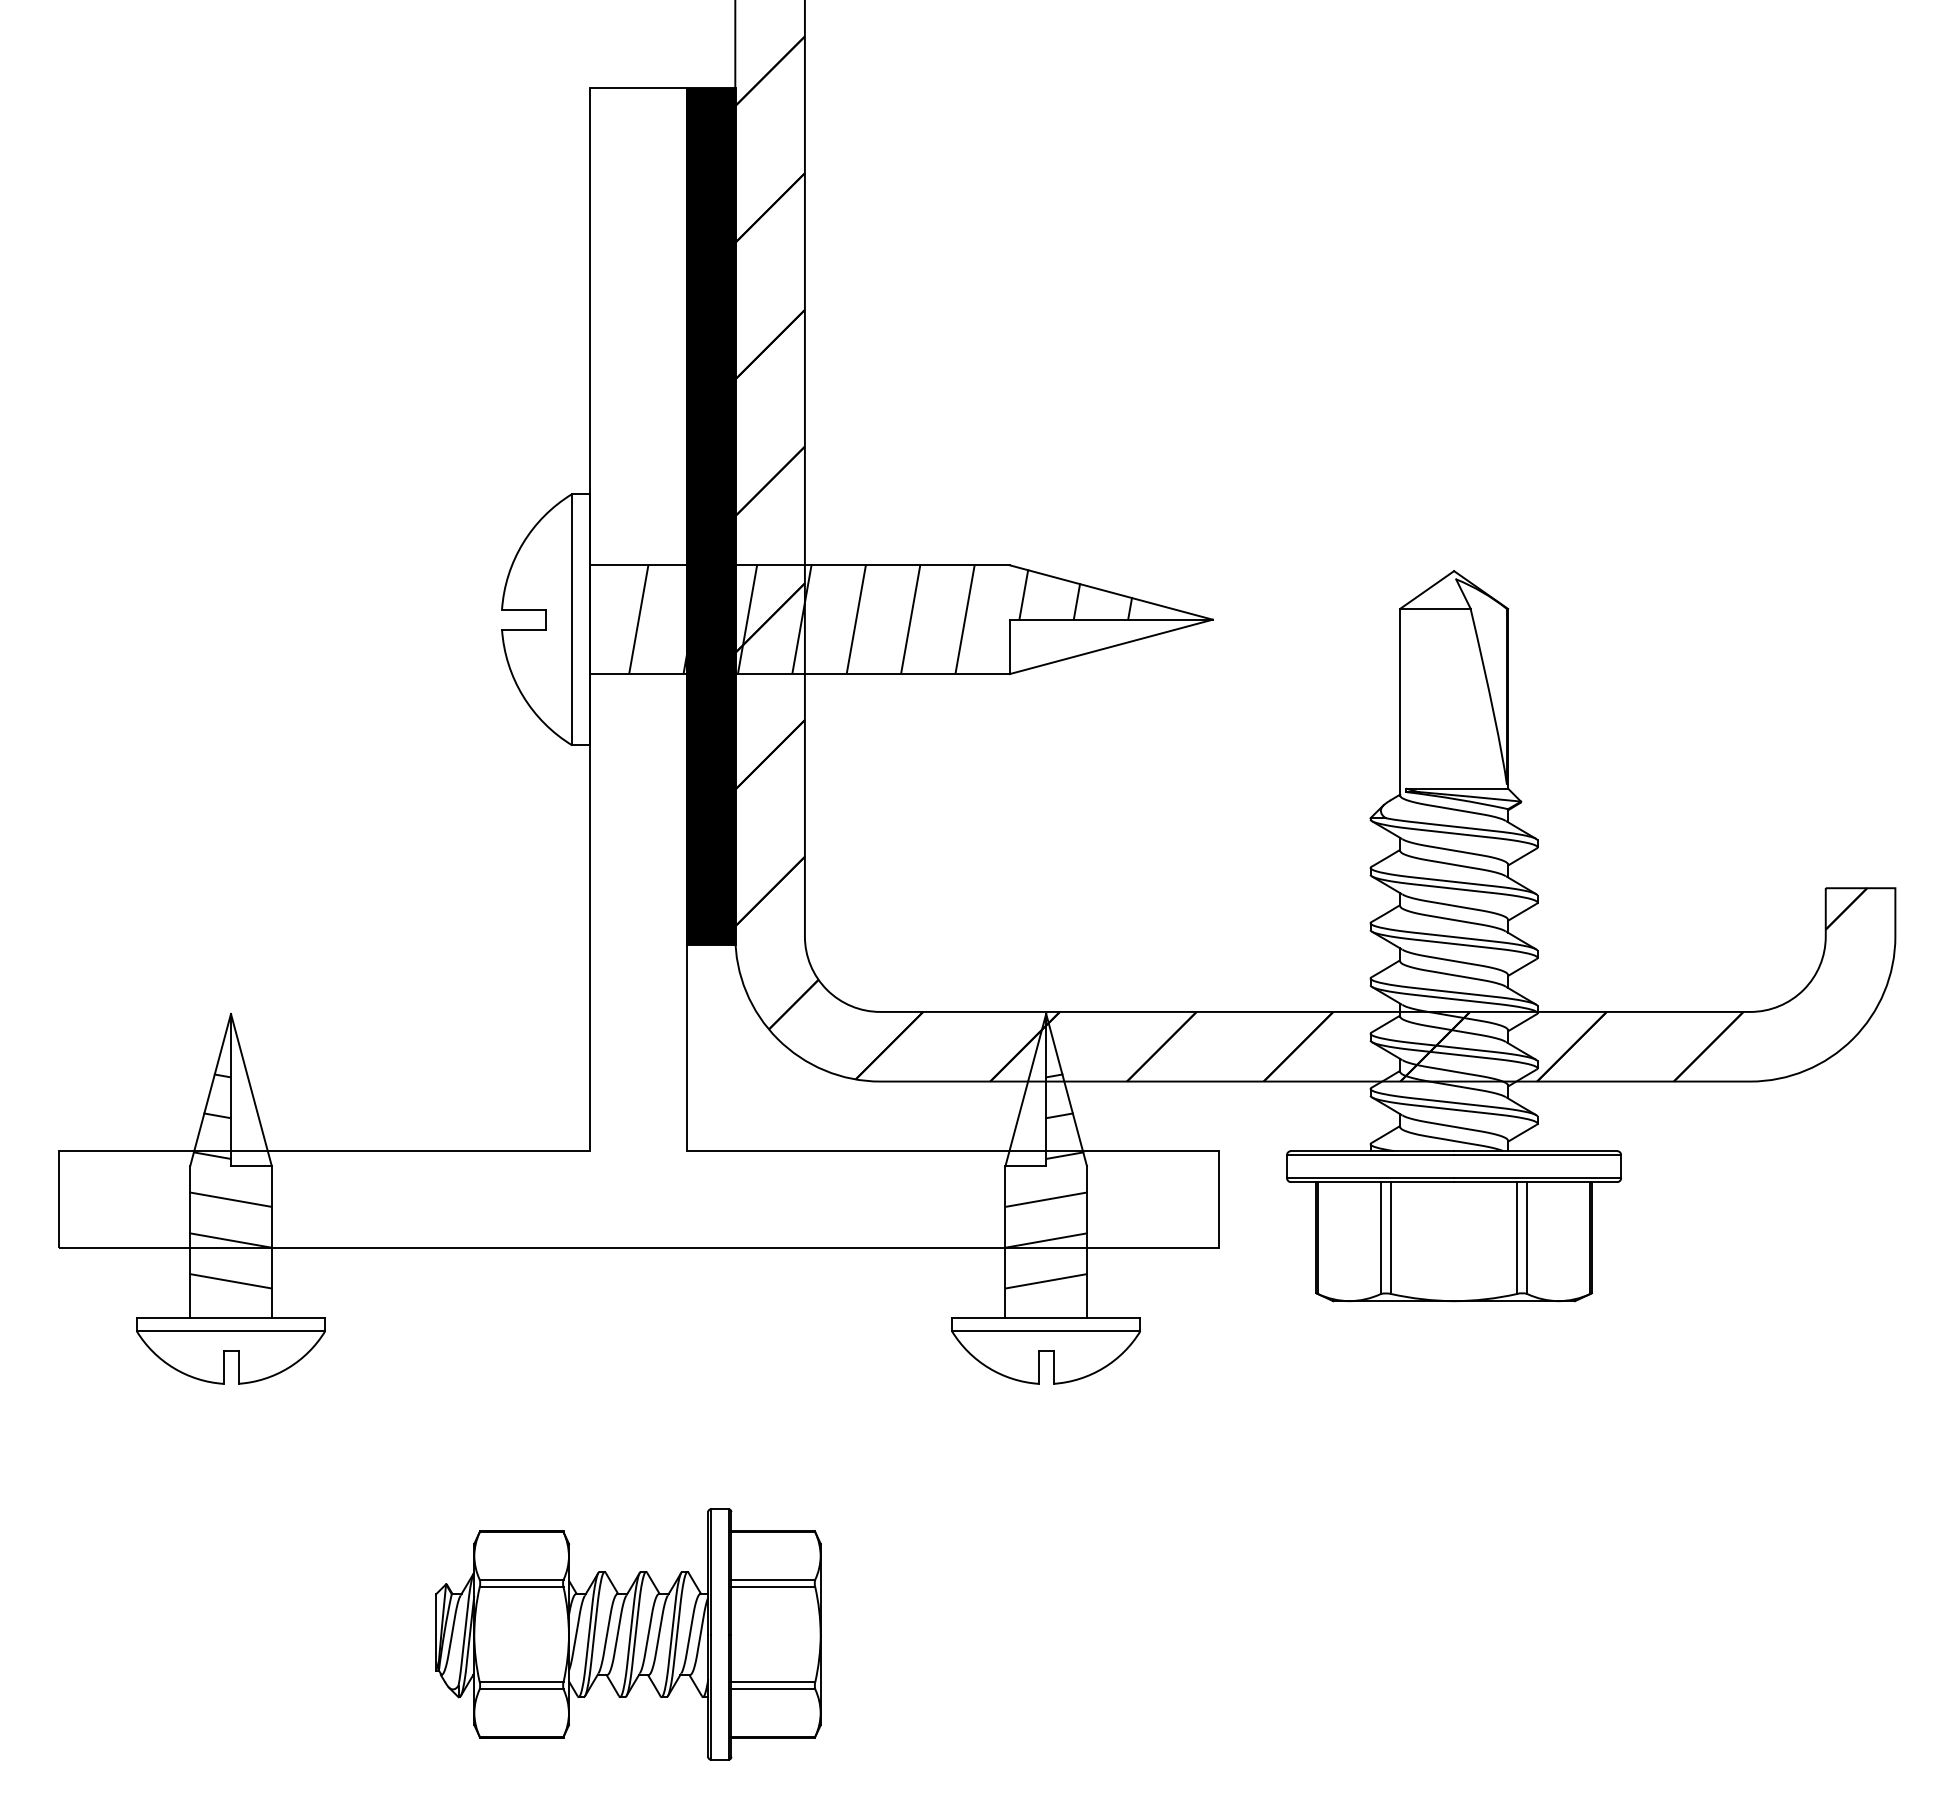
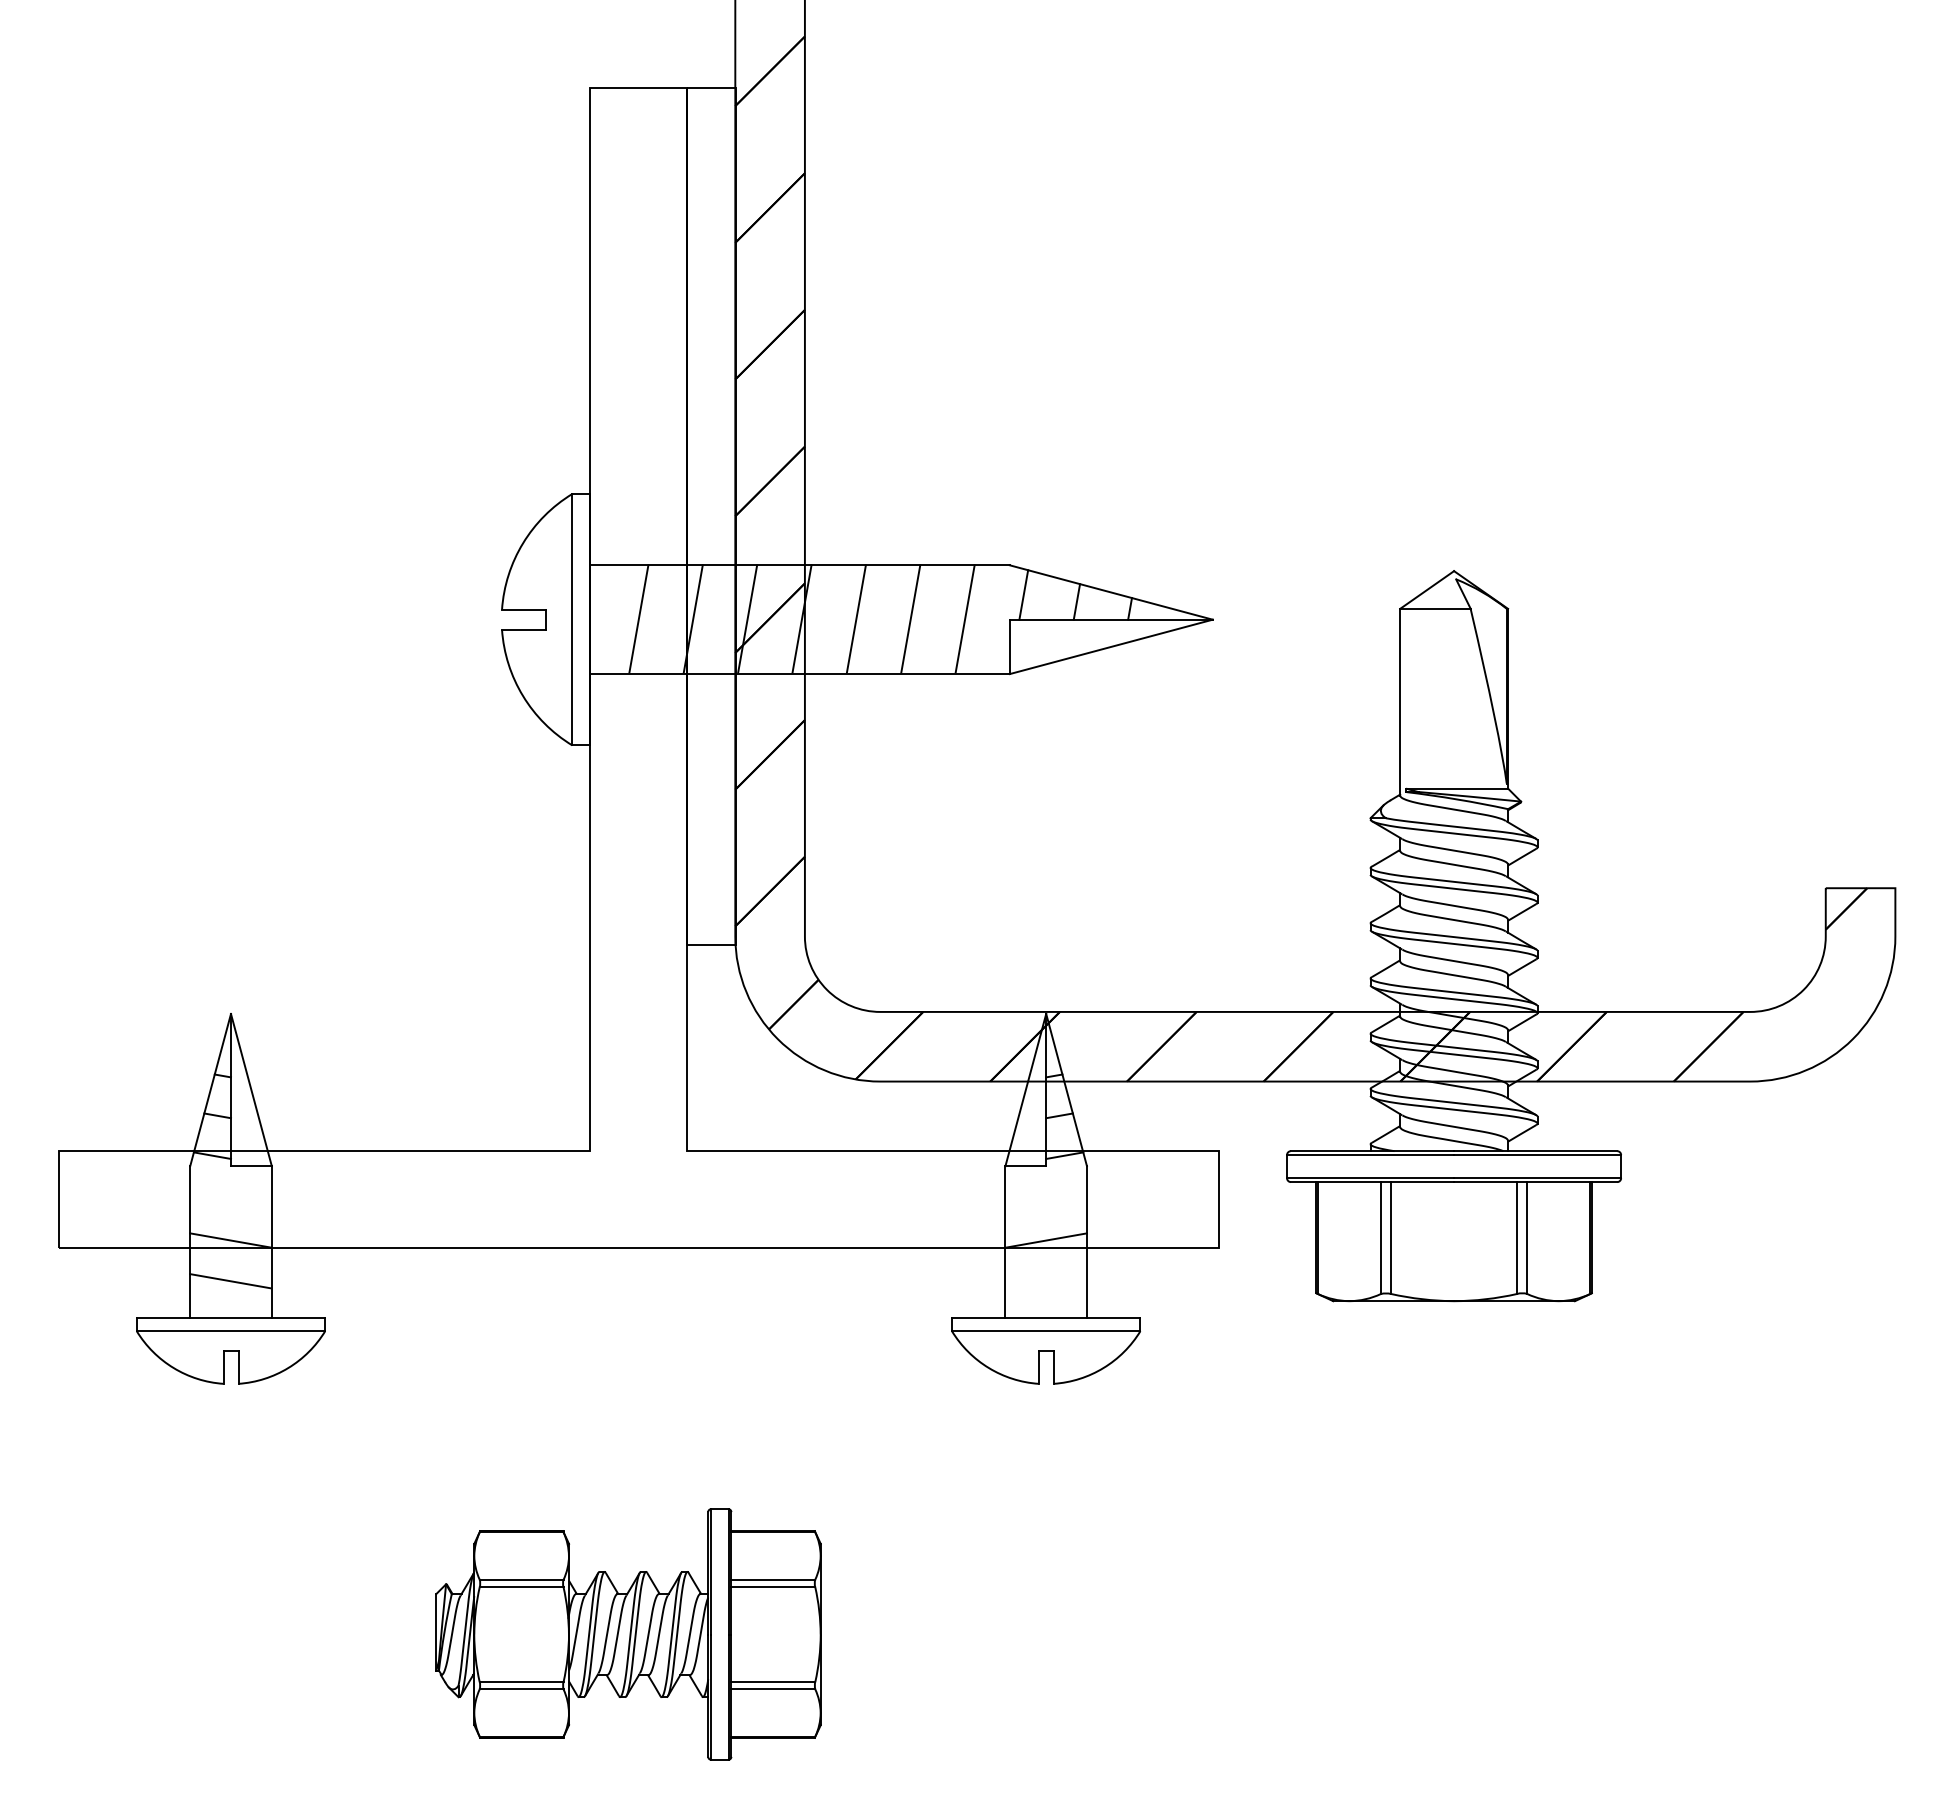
fill at (710, 516): present -> none
line at (230, 1199): present -> none
line at (1046, 1199): present -> none
line at (1046, 1281): present -> none
